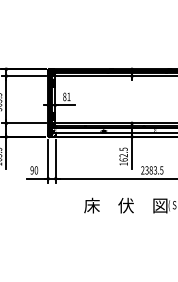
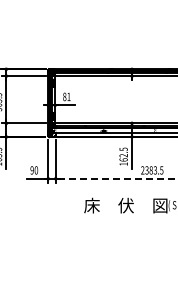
line at (117, 178): solid -> dashed
